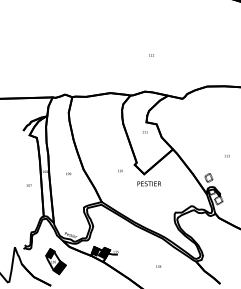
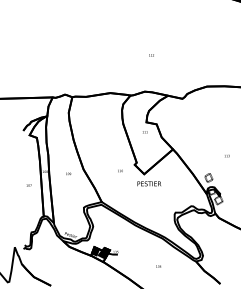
part at (55, 261): present -> none
